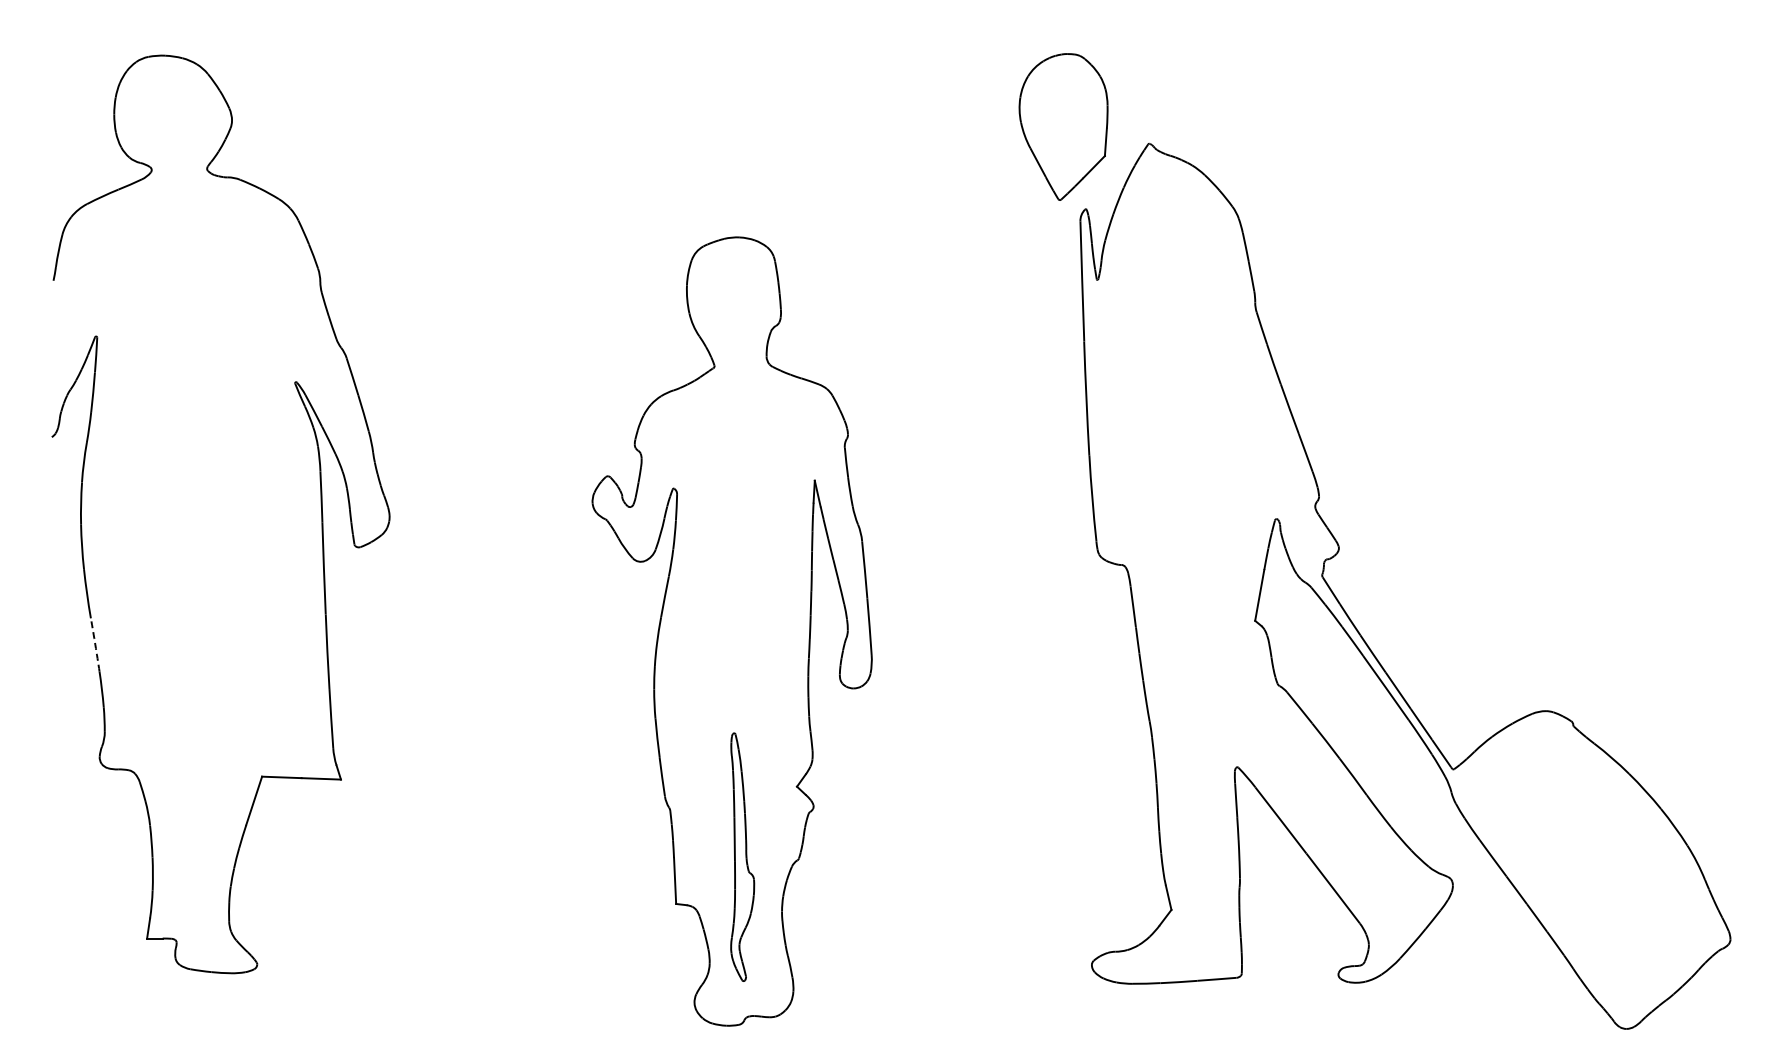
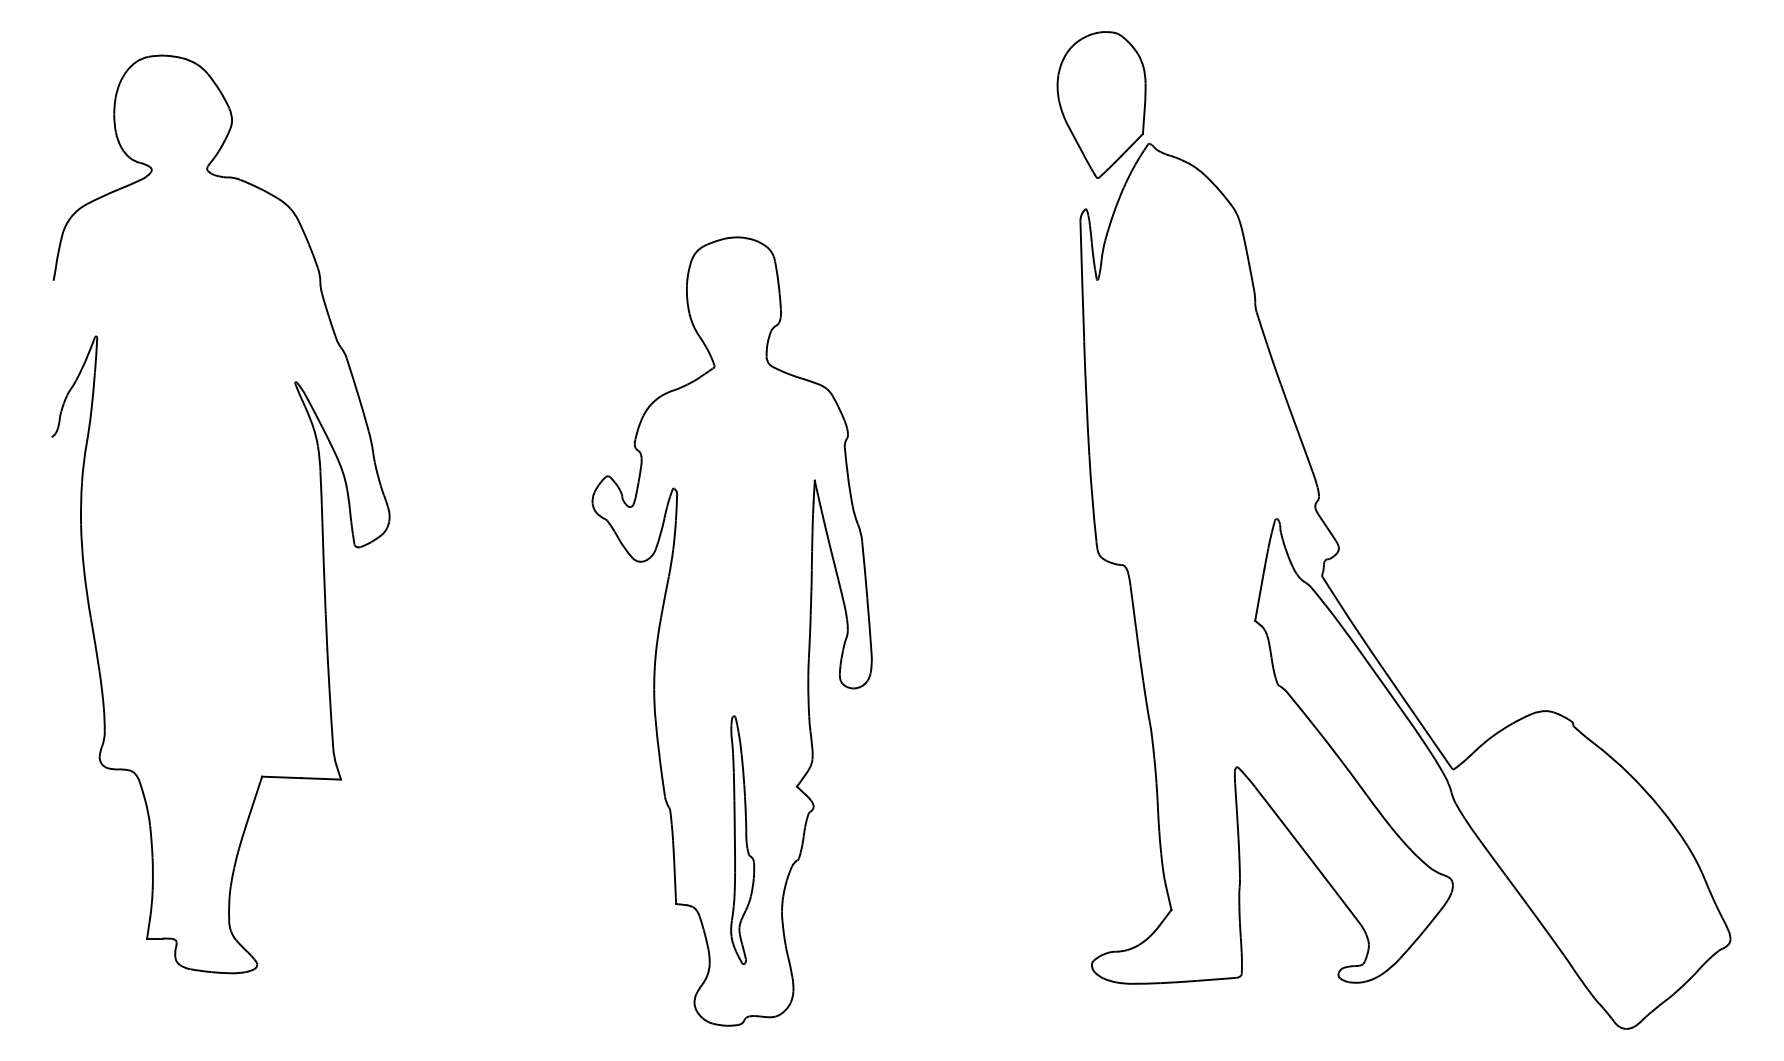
part at (1063, 126) position: (1063, 126) -> (1101, 104)
arc at (95, 644): dashed -> solid
part at (742, 856) position: (742, 856) -> (742, 839)
